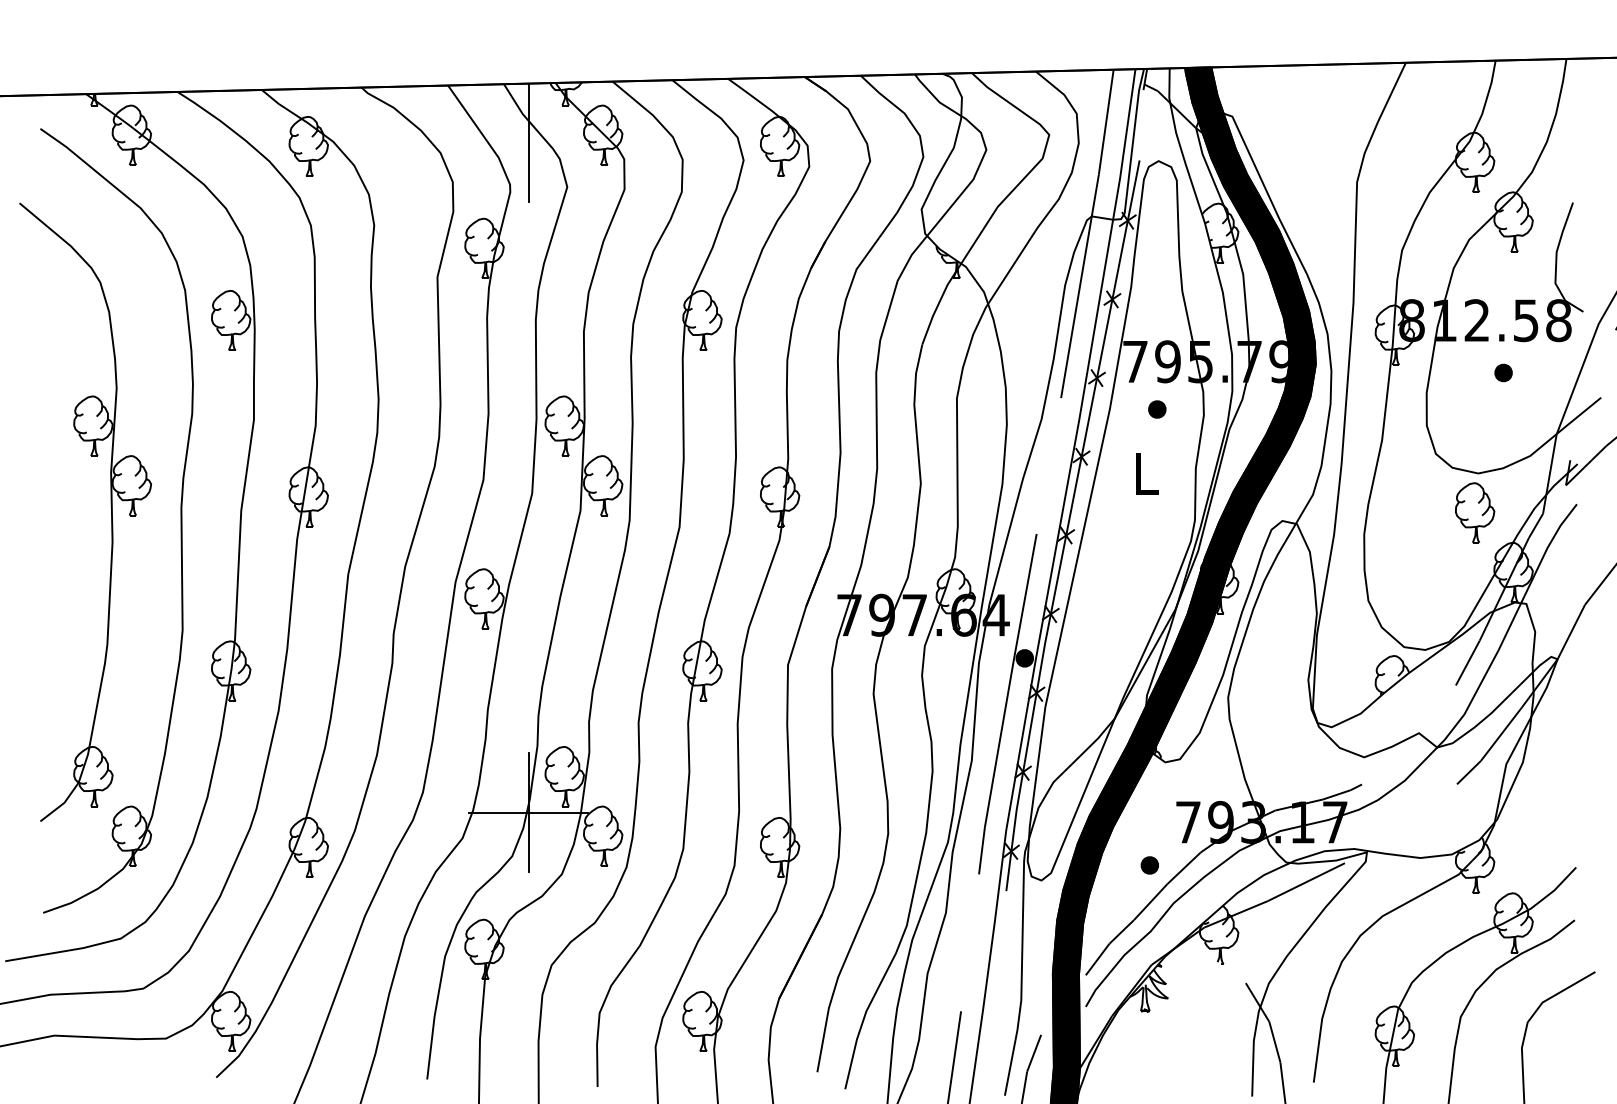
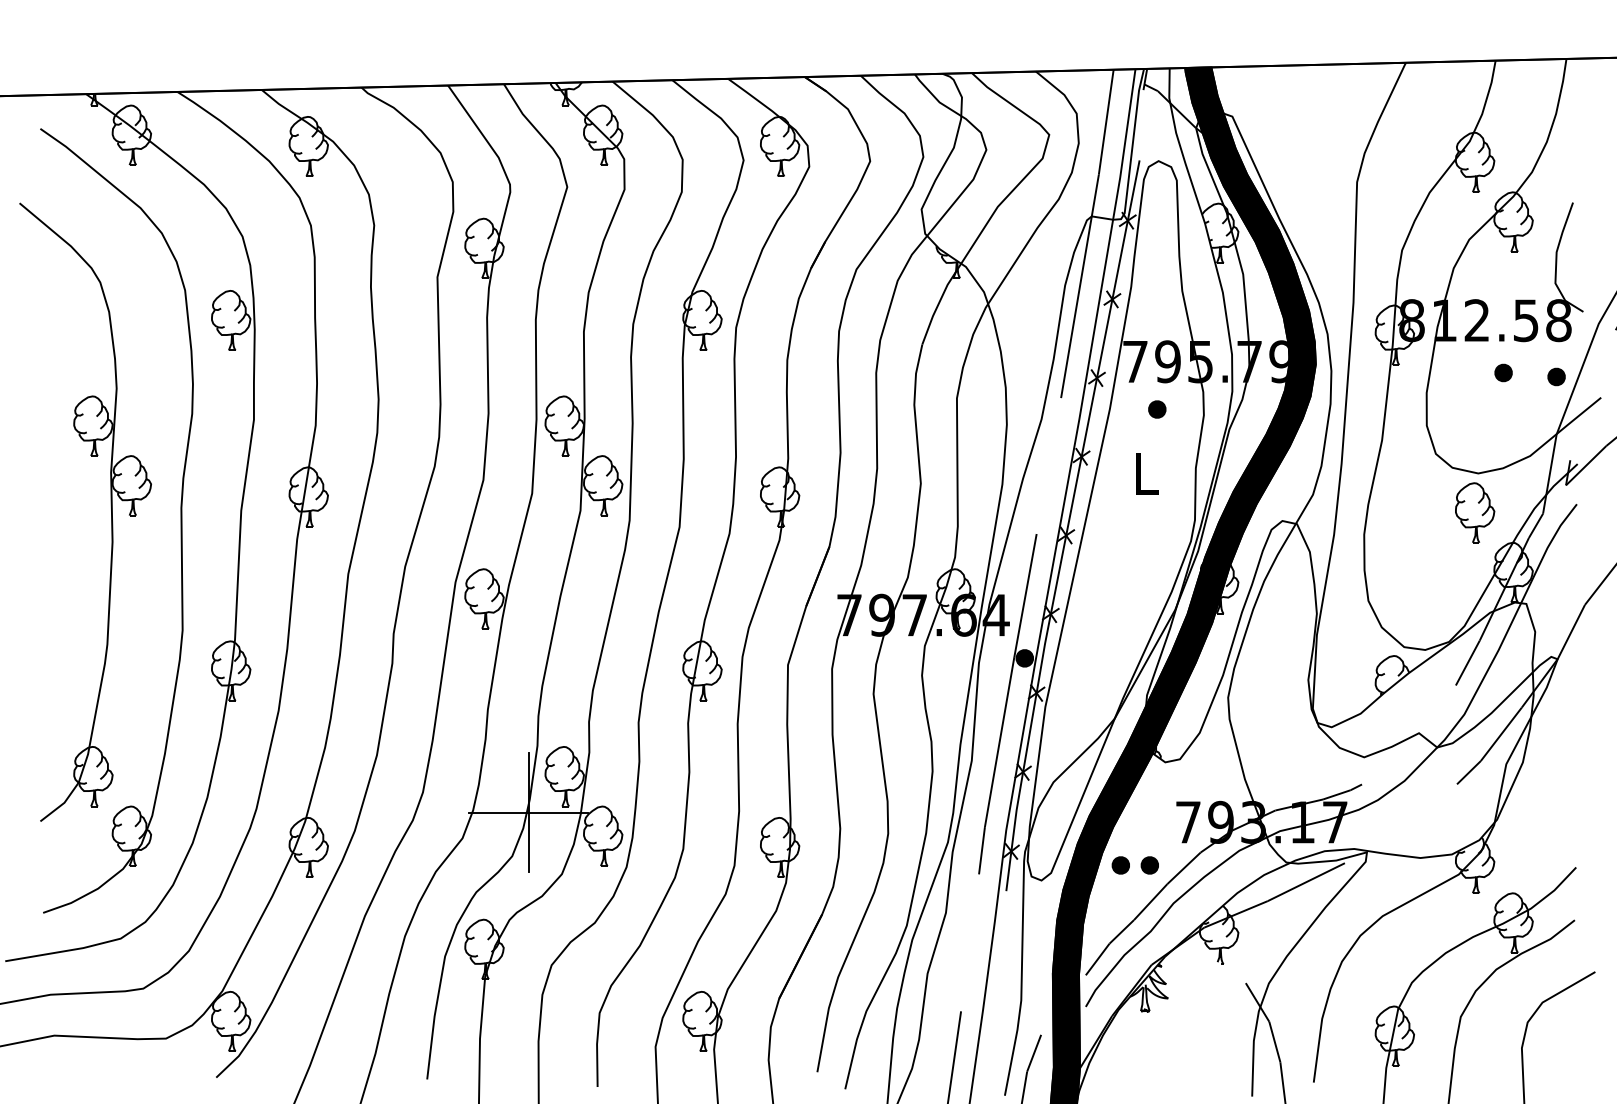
line at (528, 142): present -> none
part at (1556, 376): none -> present
part at (1120, 865): none -> present
